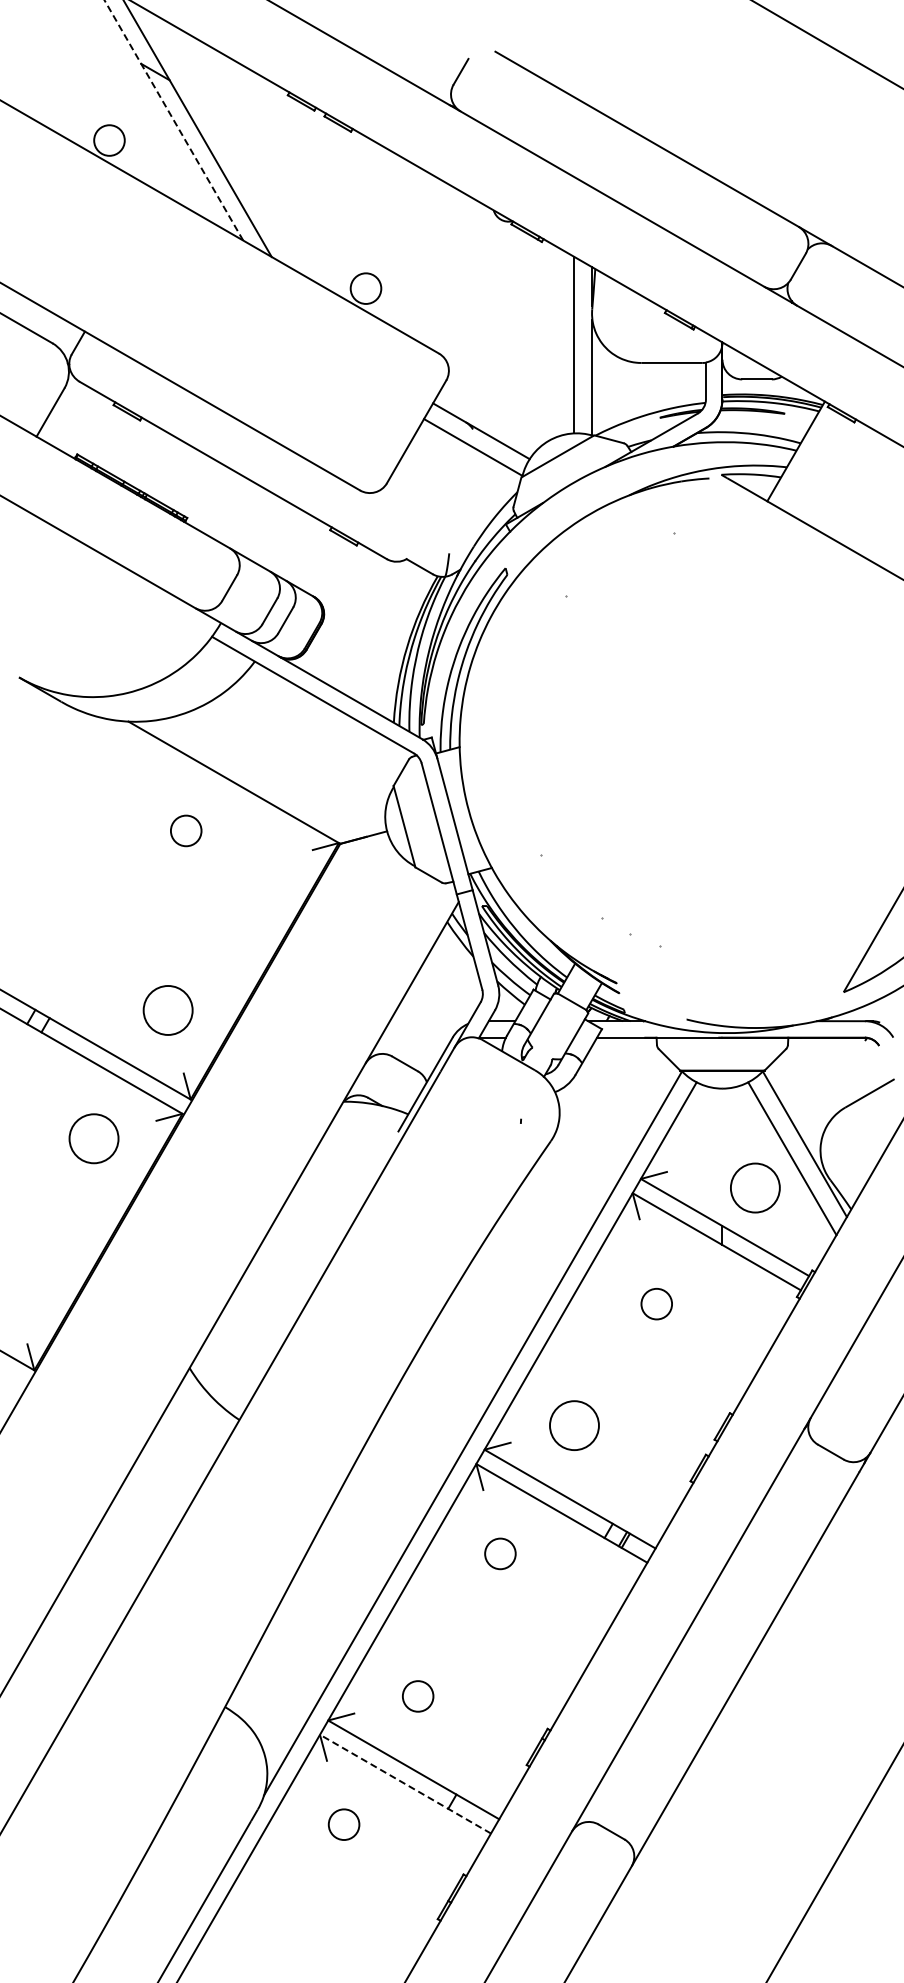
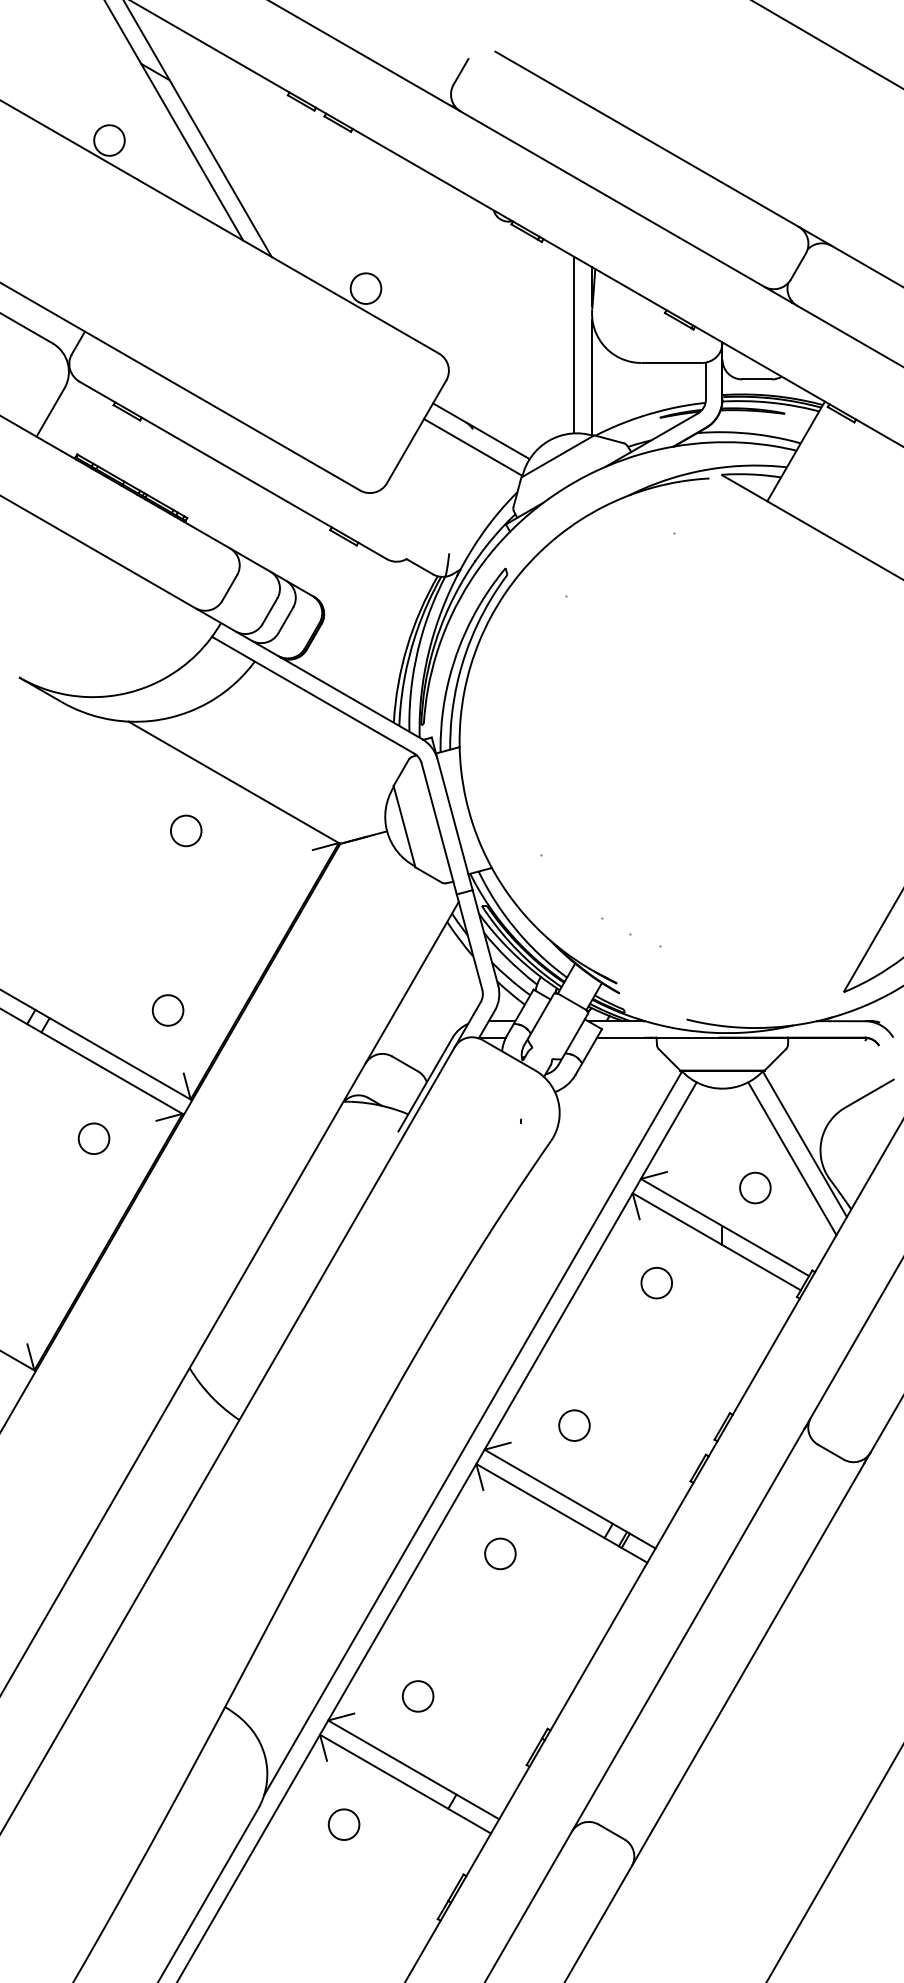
line at (173, 120): dashed -> solid
circle at (167, 1010) size: 52x51 px -> 34x33 px
circle at (93, 1138) diameter: 49 px -> 31 px
circle at (754, 1187) diameter: 49 px -> 31 px
circle at (656, 1304) position: (656, 1304) -> (656, 1283)
circle at (574, 1425) diameter: 49 px -> 31 px
line at (405, 1784): dashed -> solid
